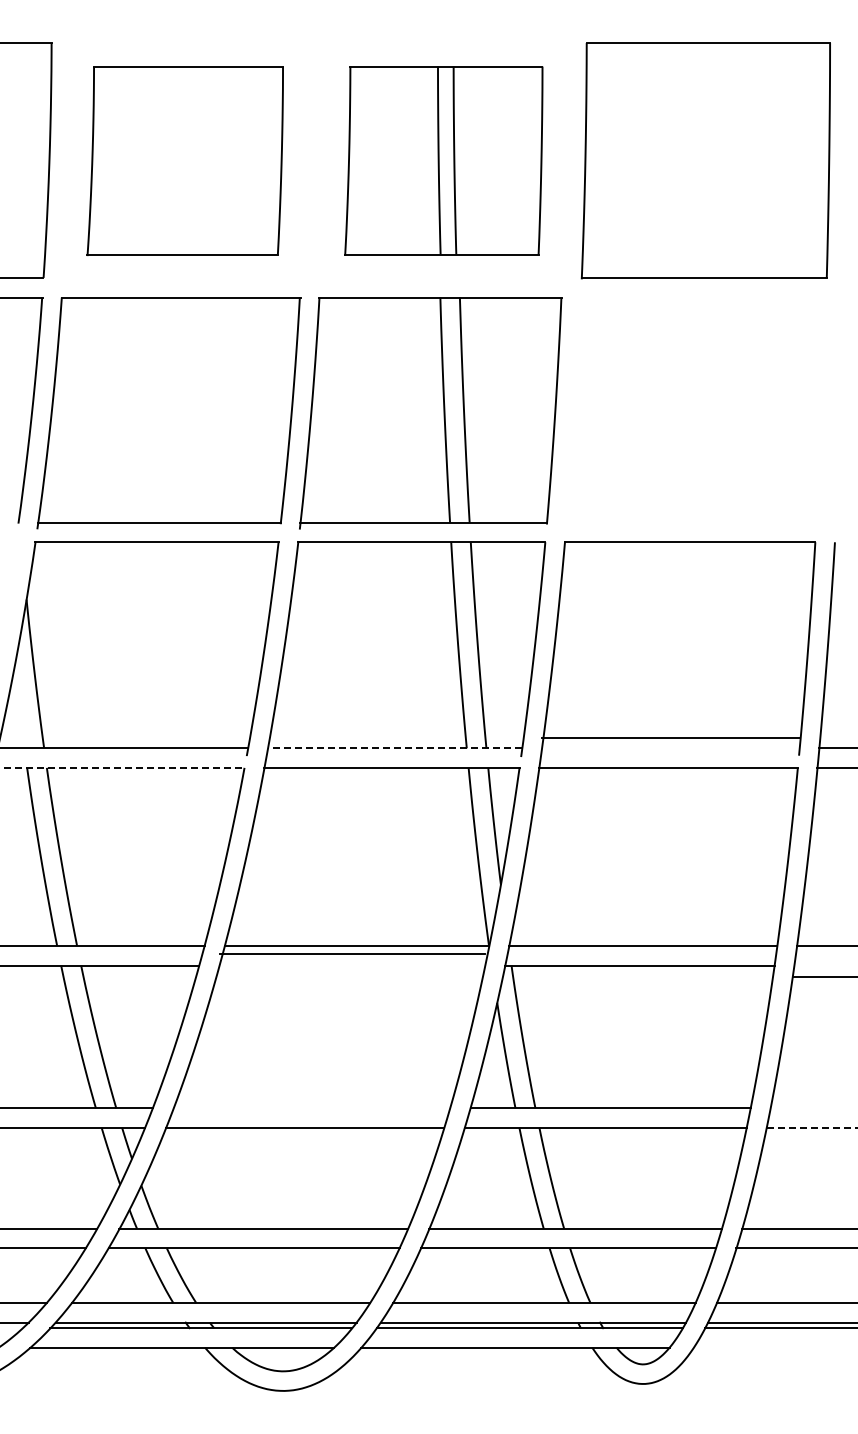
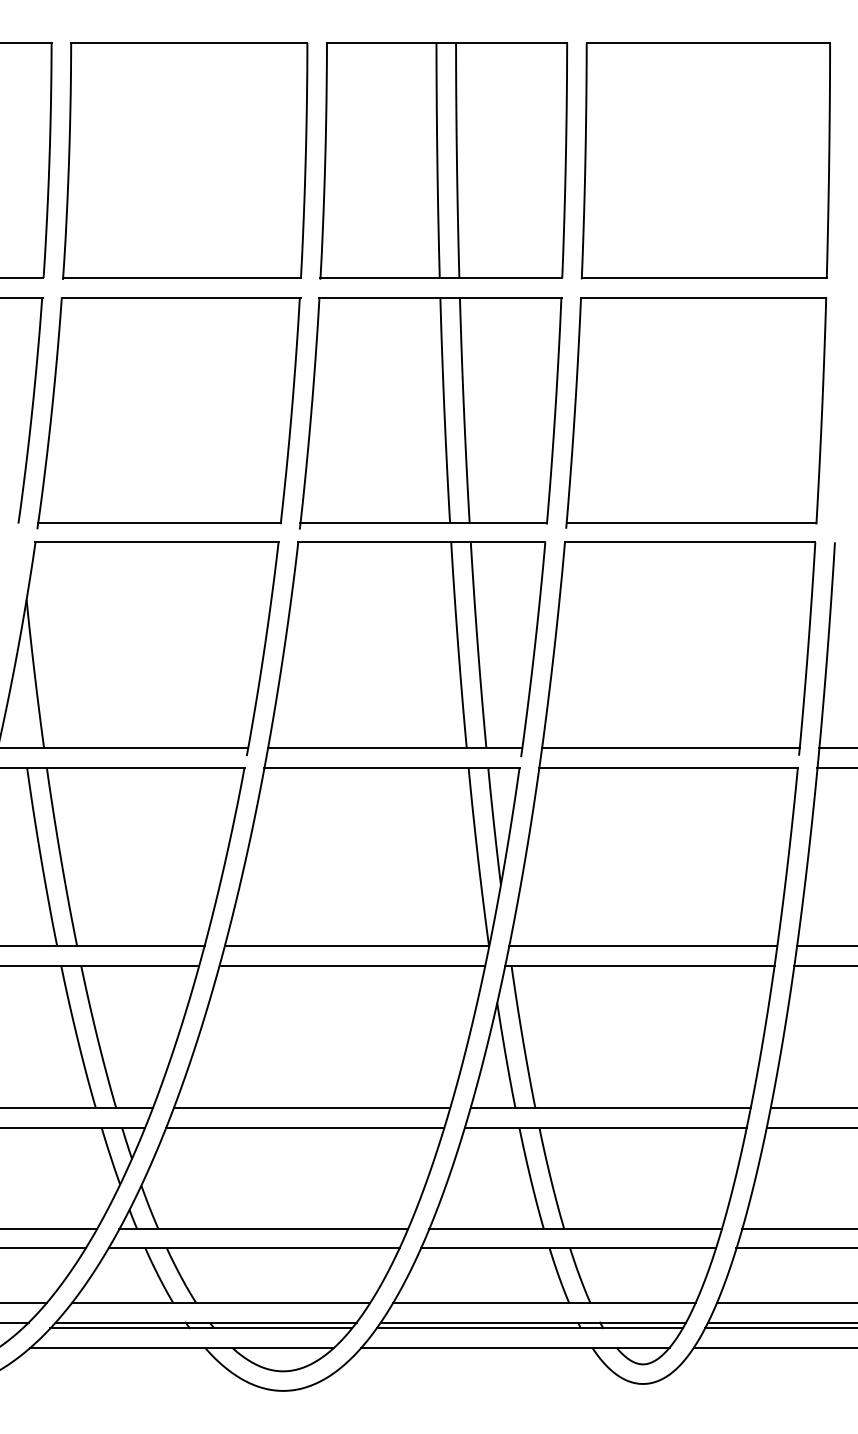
part at (184, 160) size: 198x190 px -> 247x238 px
part at (443, 160) size: 200x190 px -> 250x238 px
part at (696, 412): none -> present
line at (670, 738) position: (670, 738) -> (670, 748)
line at (394, 748): dashed -> solid
line at (122, 767): dashed -> solid
line at (352, 953) position: (352, 953) -> (352, 965)
line at (824, 976) position: (824, 976) -> (824, 965)
line at (311, 1108): none -> present
line at (812, 1108): none -> present
line at (812, 1127): dashed -> solid
line at (773, 1347): none -> present
